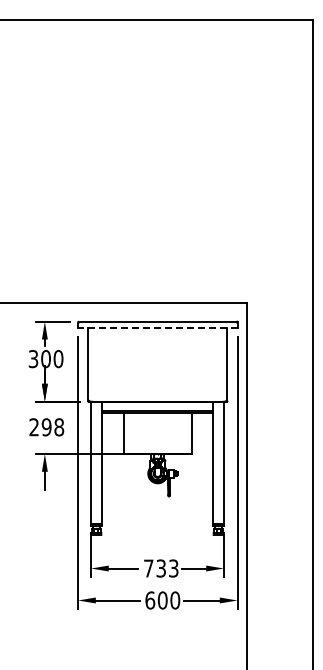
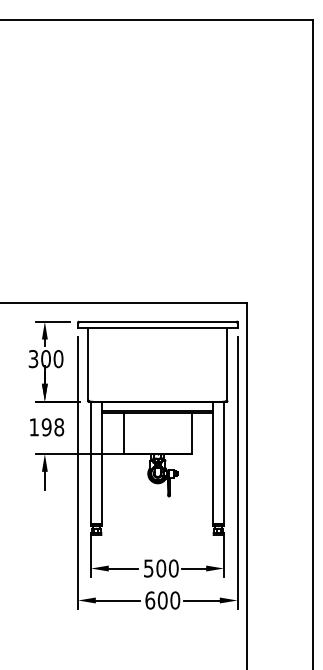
line at (157, 328): dashed -> solid
text at (33, 427): 298 -> 198
text at (161, 568): 733 -> 500
